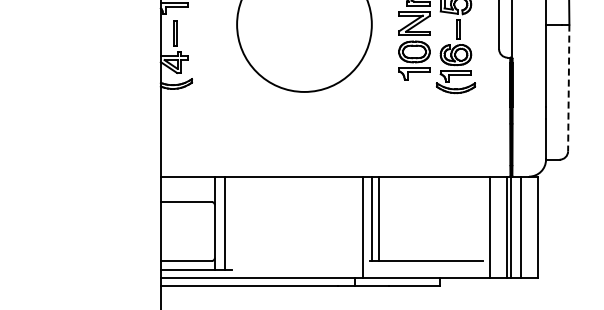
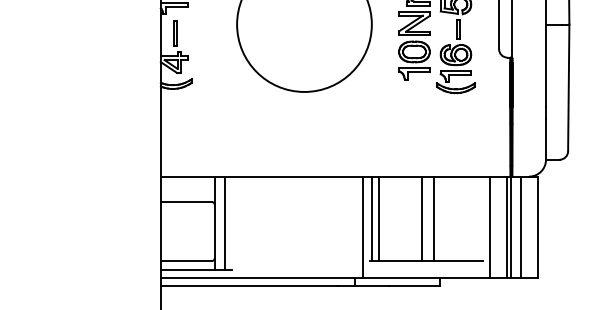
line at (568, 88): dashed -> solid
line at (421, 218): none -> present
line at (433, 218): none -> present
